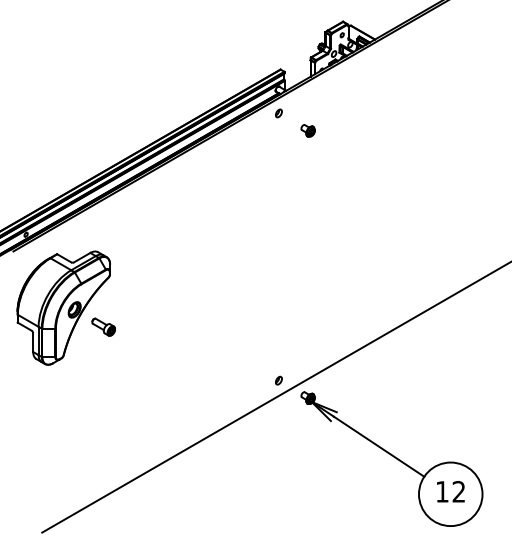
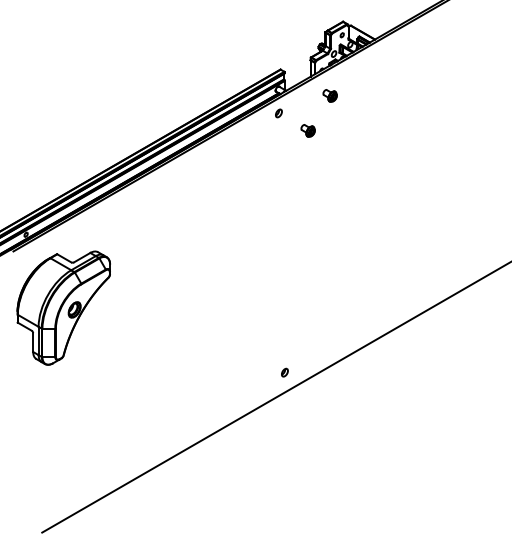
part at (329, 95): none -> present
part at (103, 326): present -> none
part at (278, 380) position: (278, 380) -> (284, 372)
part at (391, 458): present -> none
